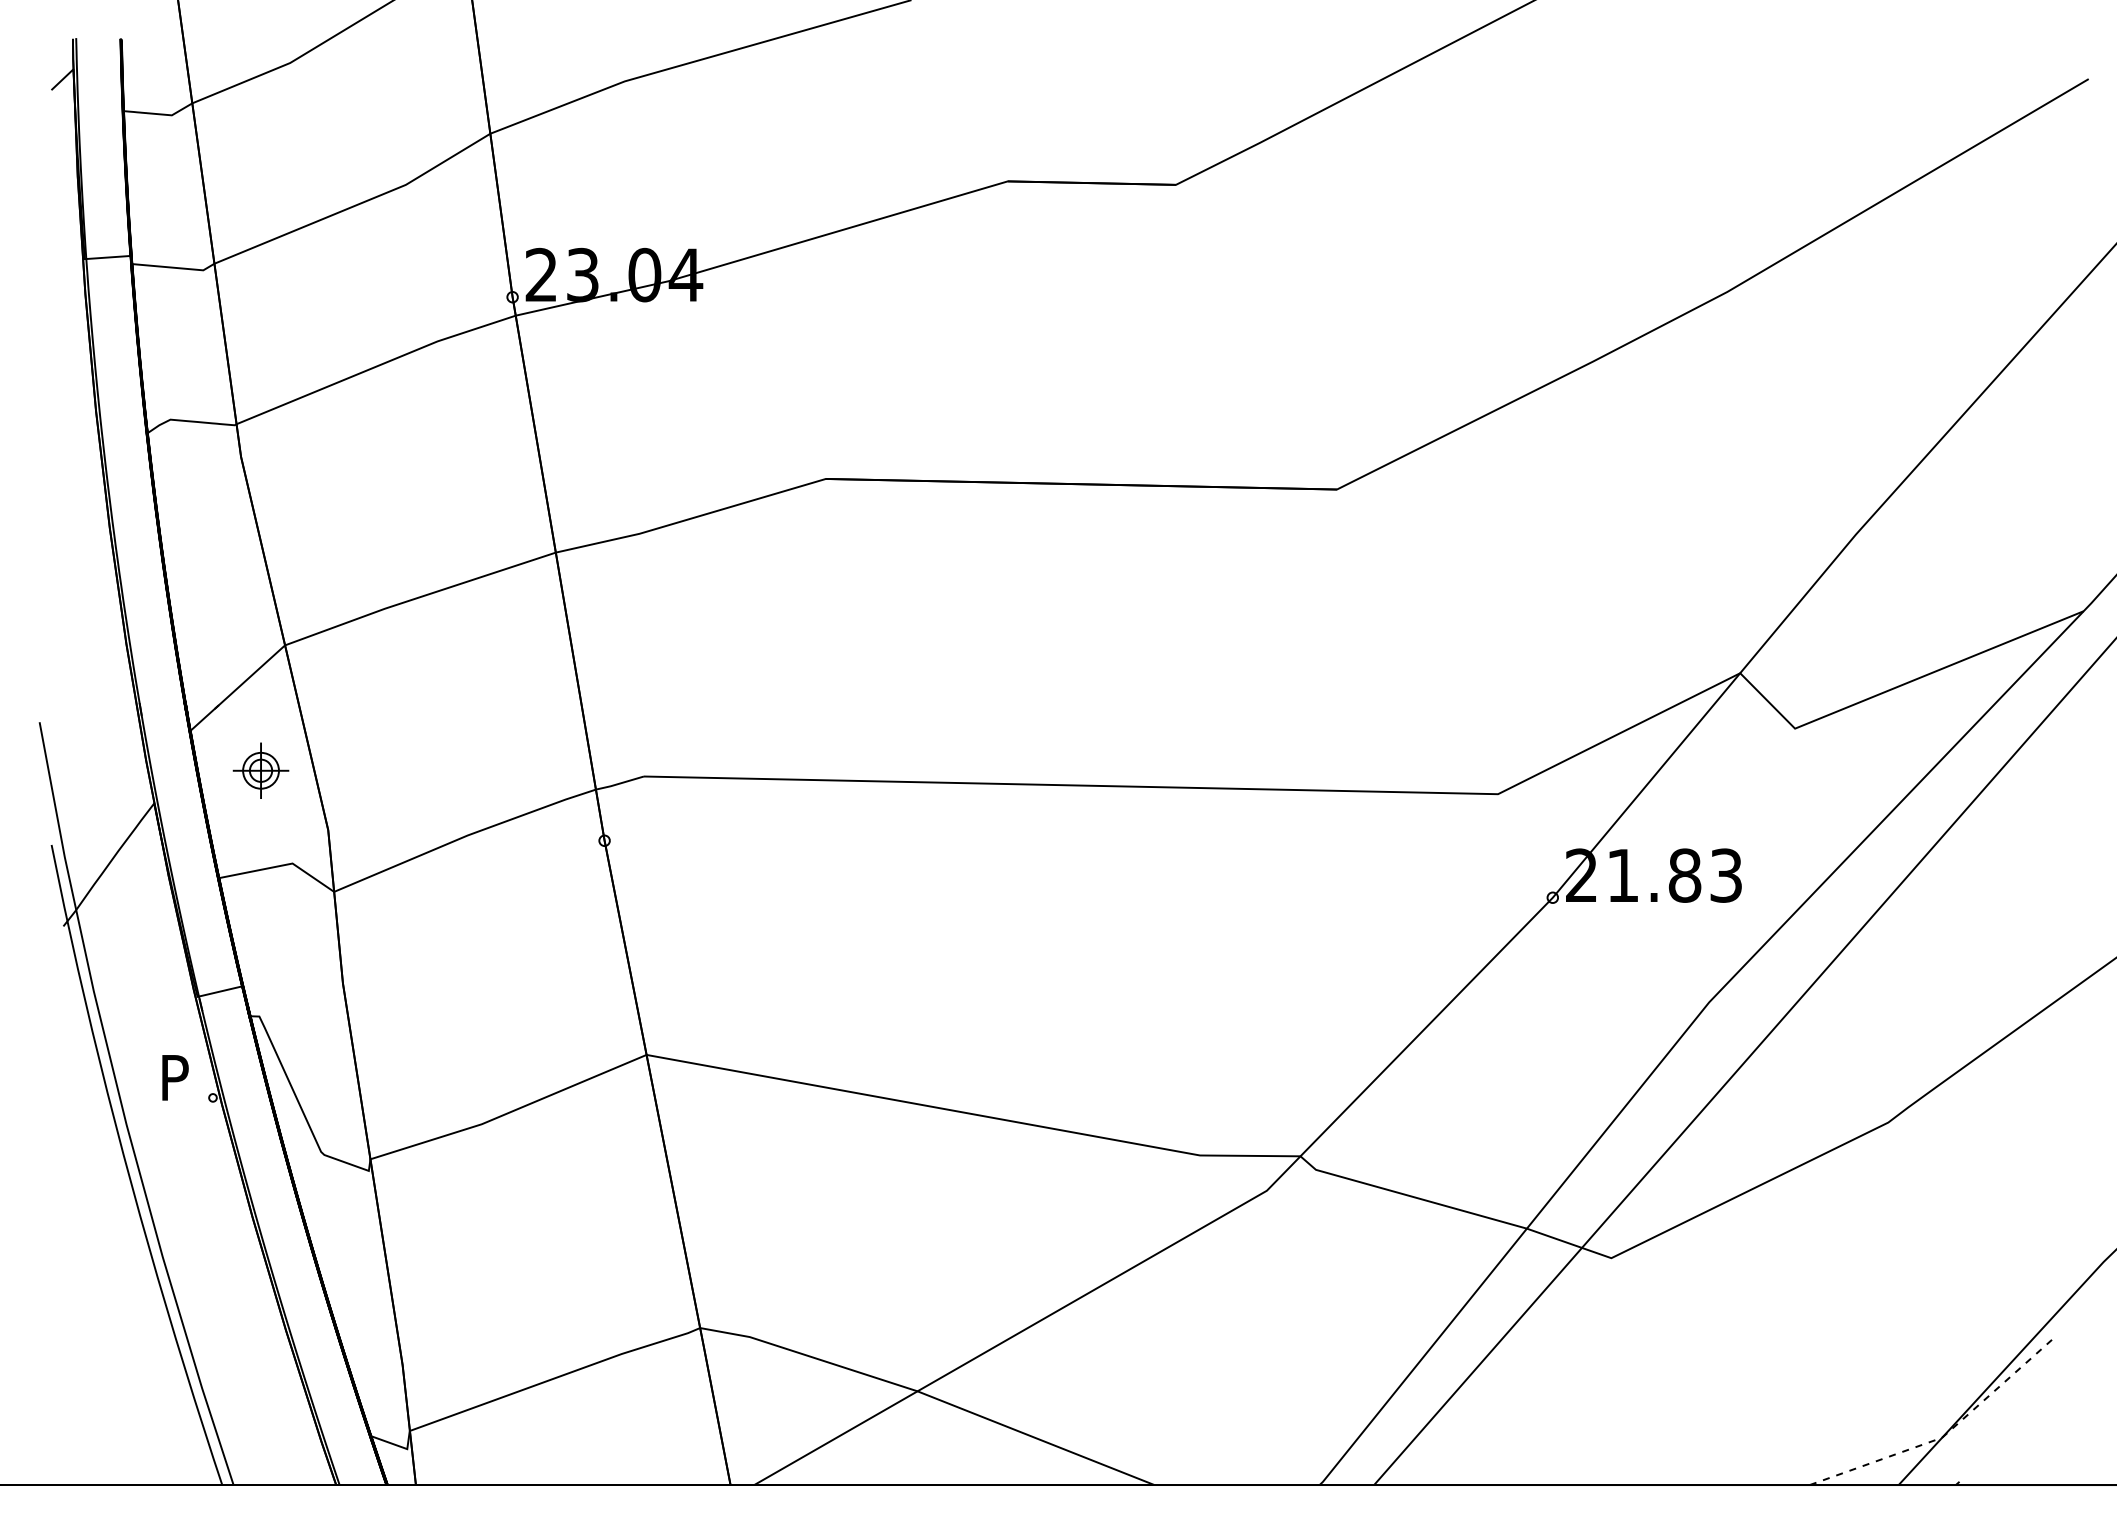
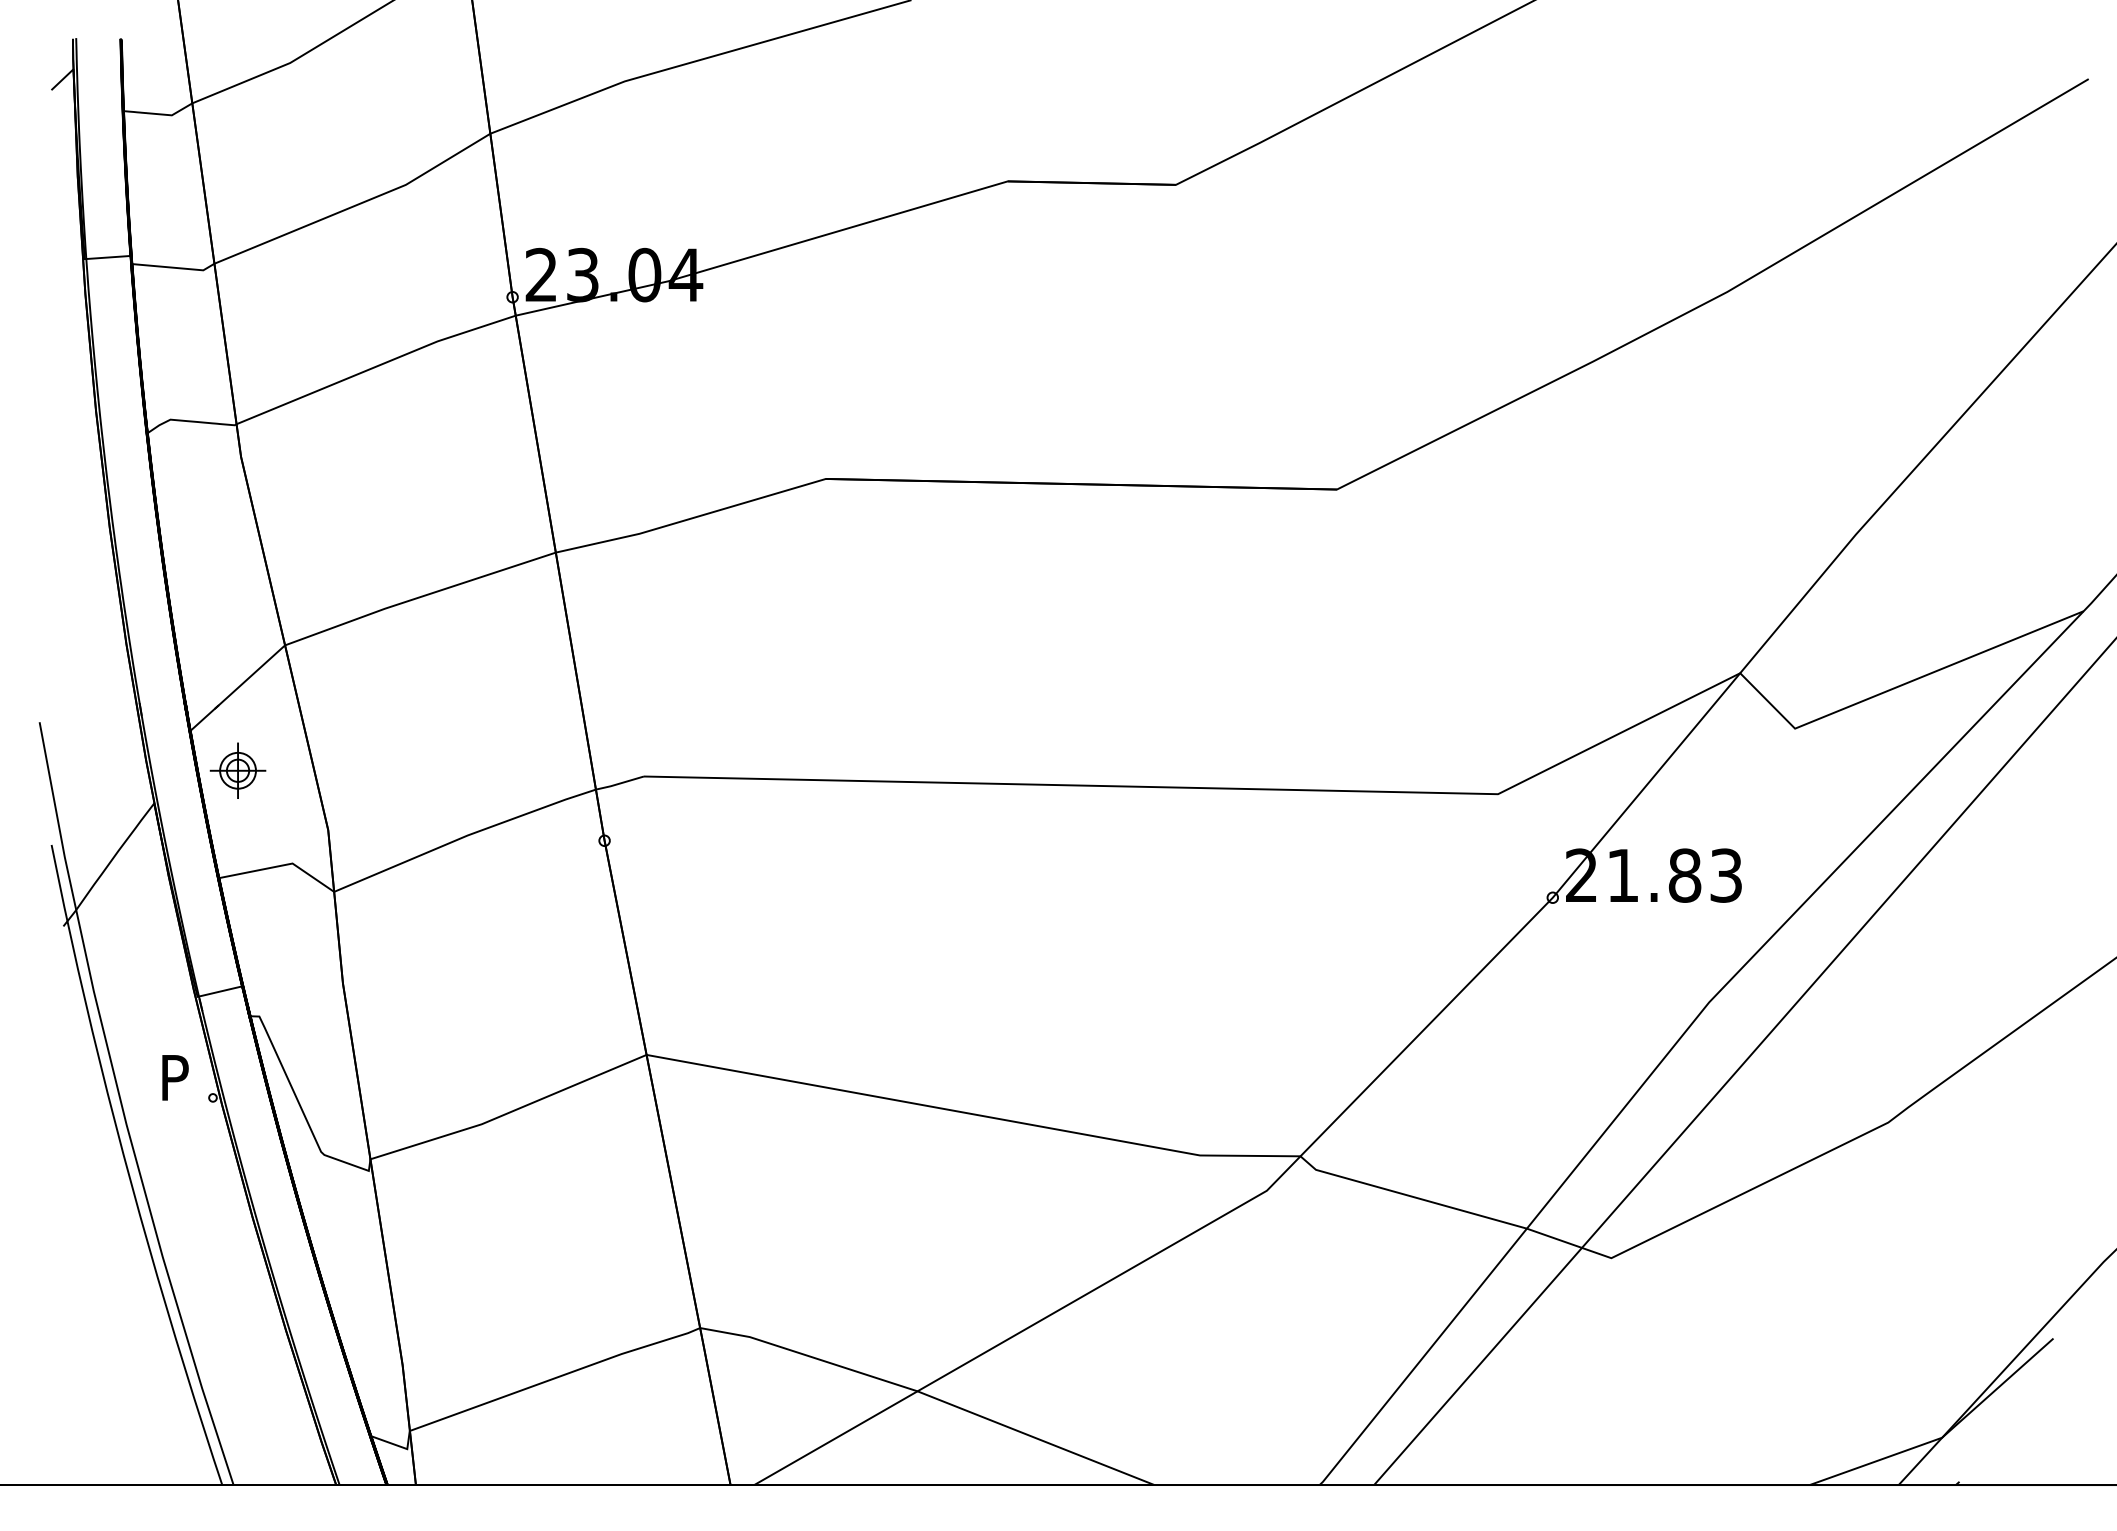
part at (260, 770) position: (260, 770) -> (237, 770)
line at (1945, 1435): dashed -> solid
